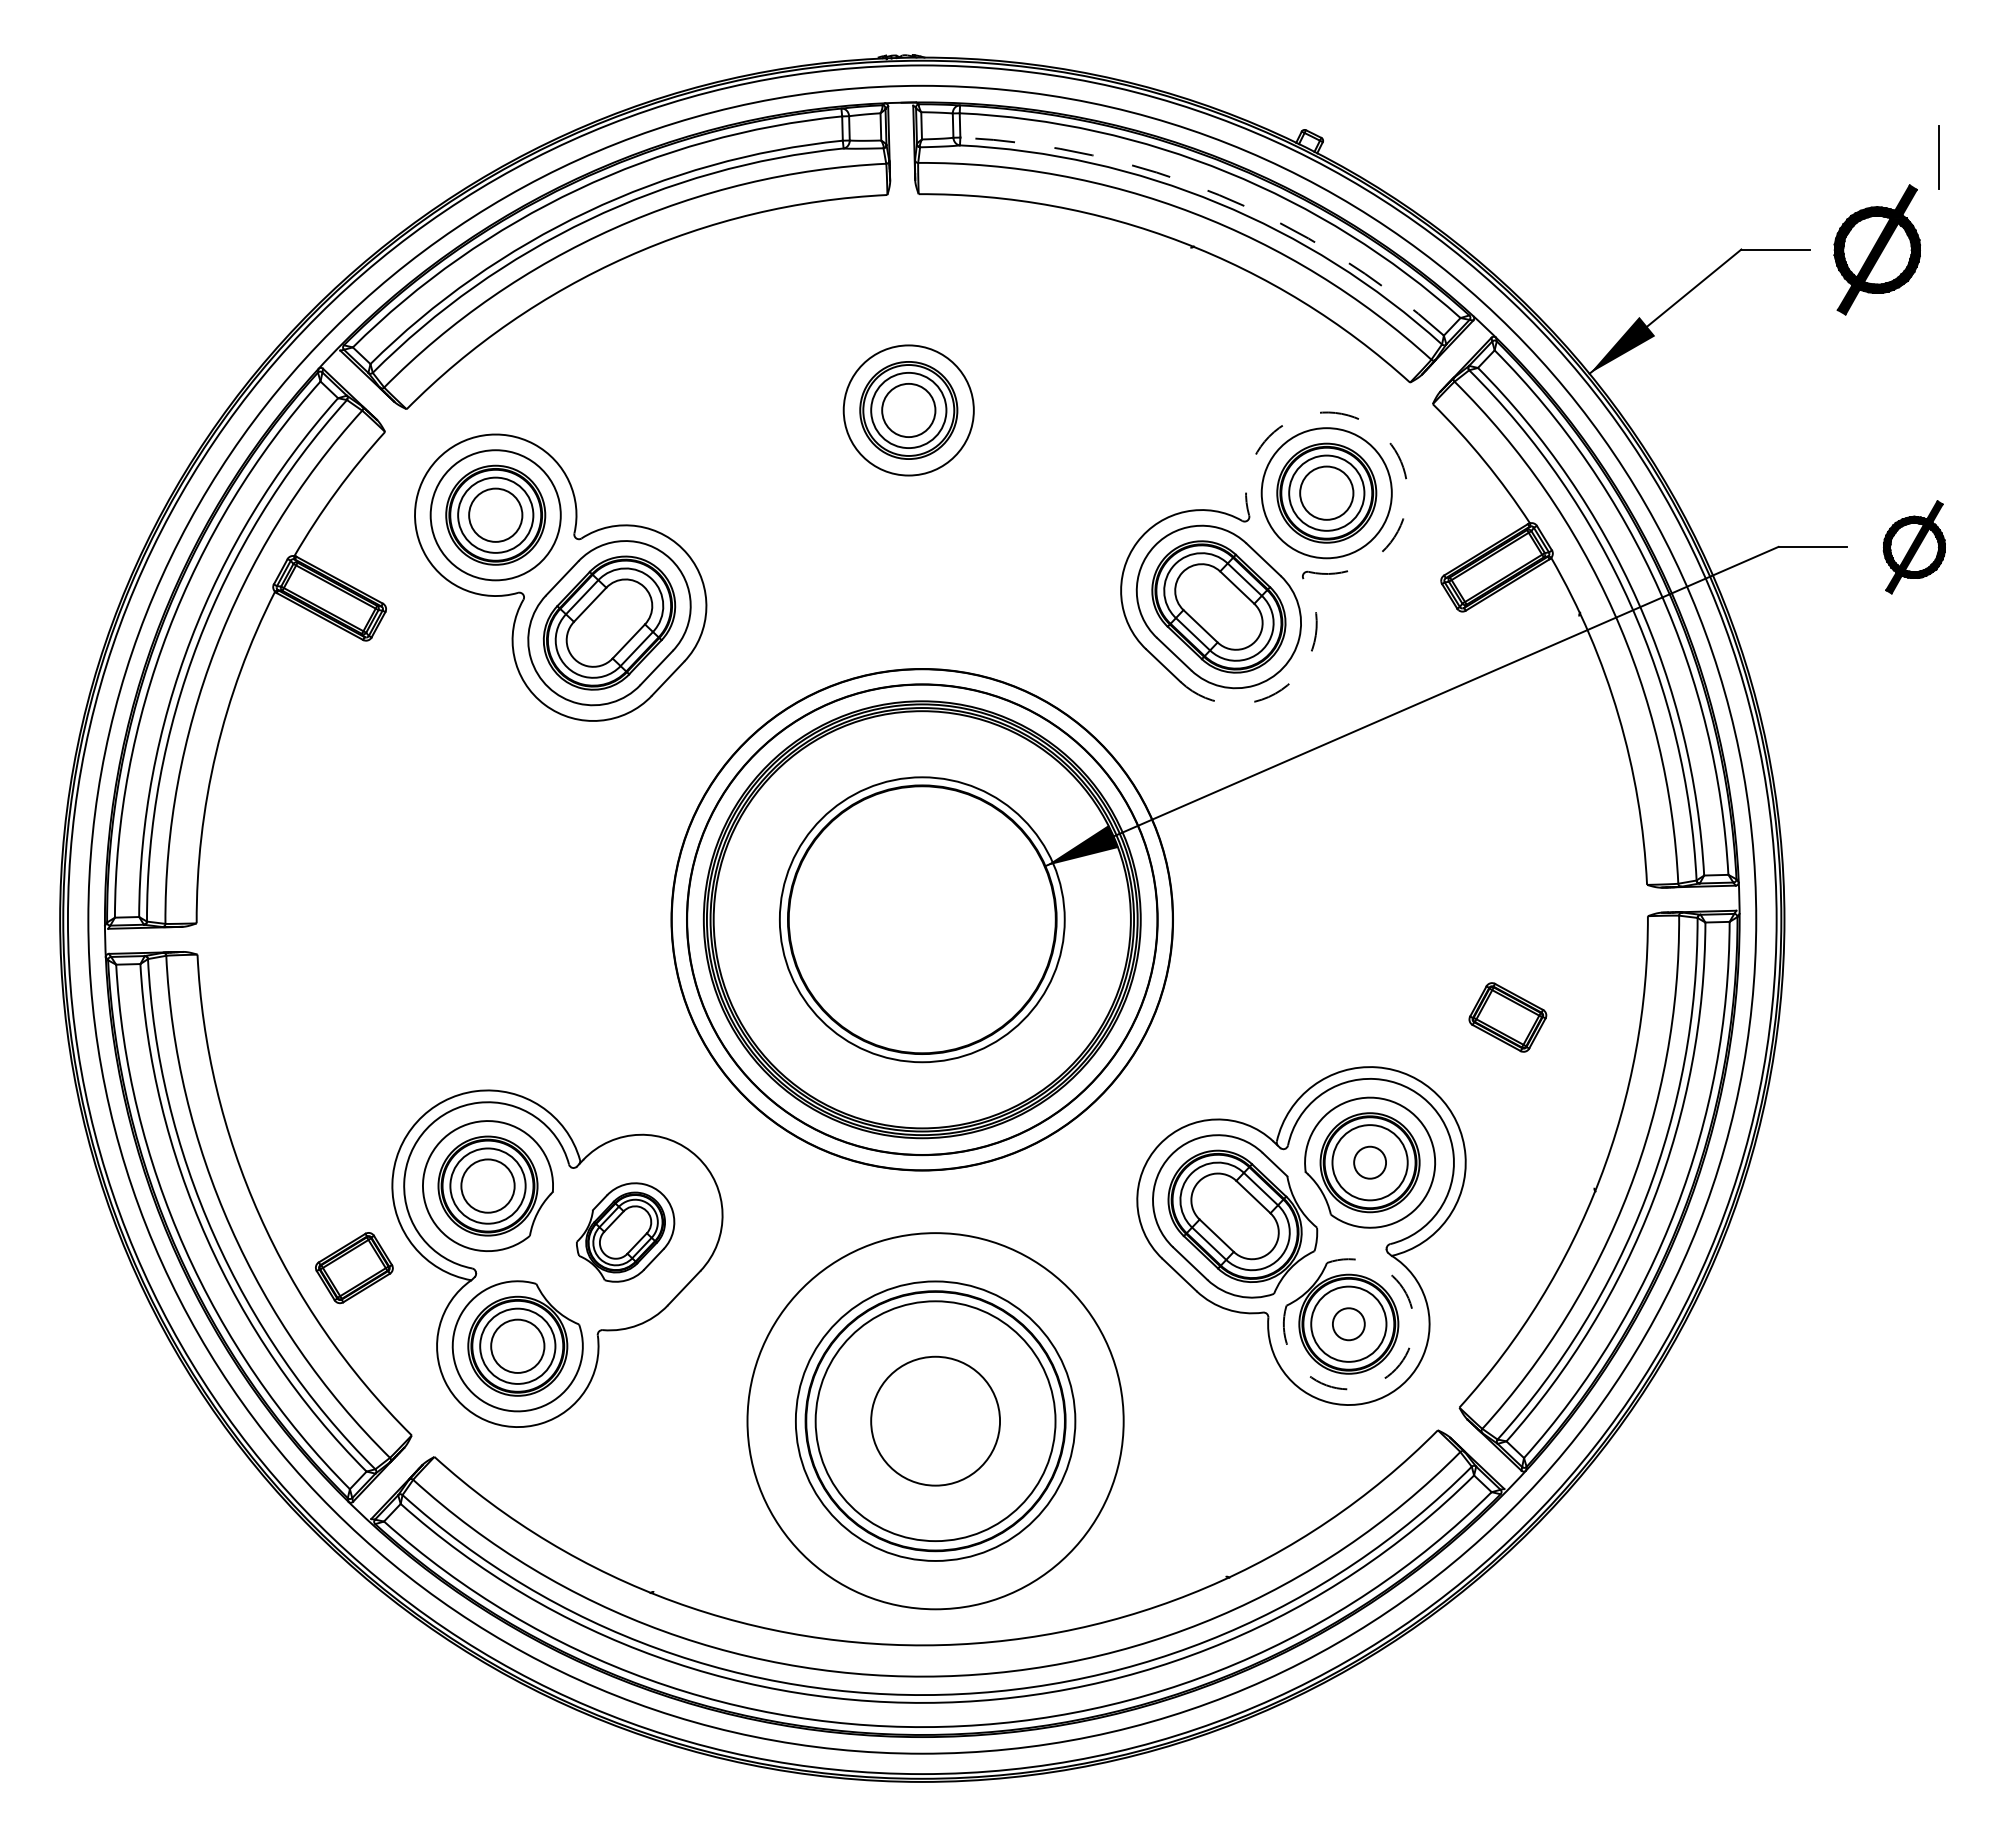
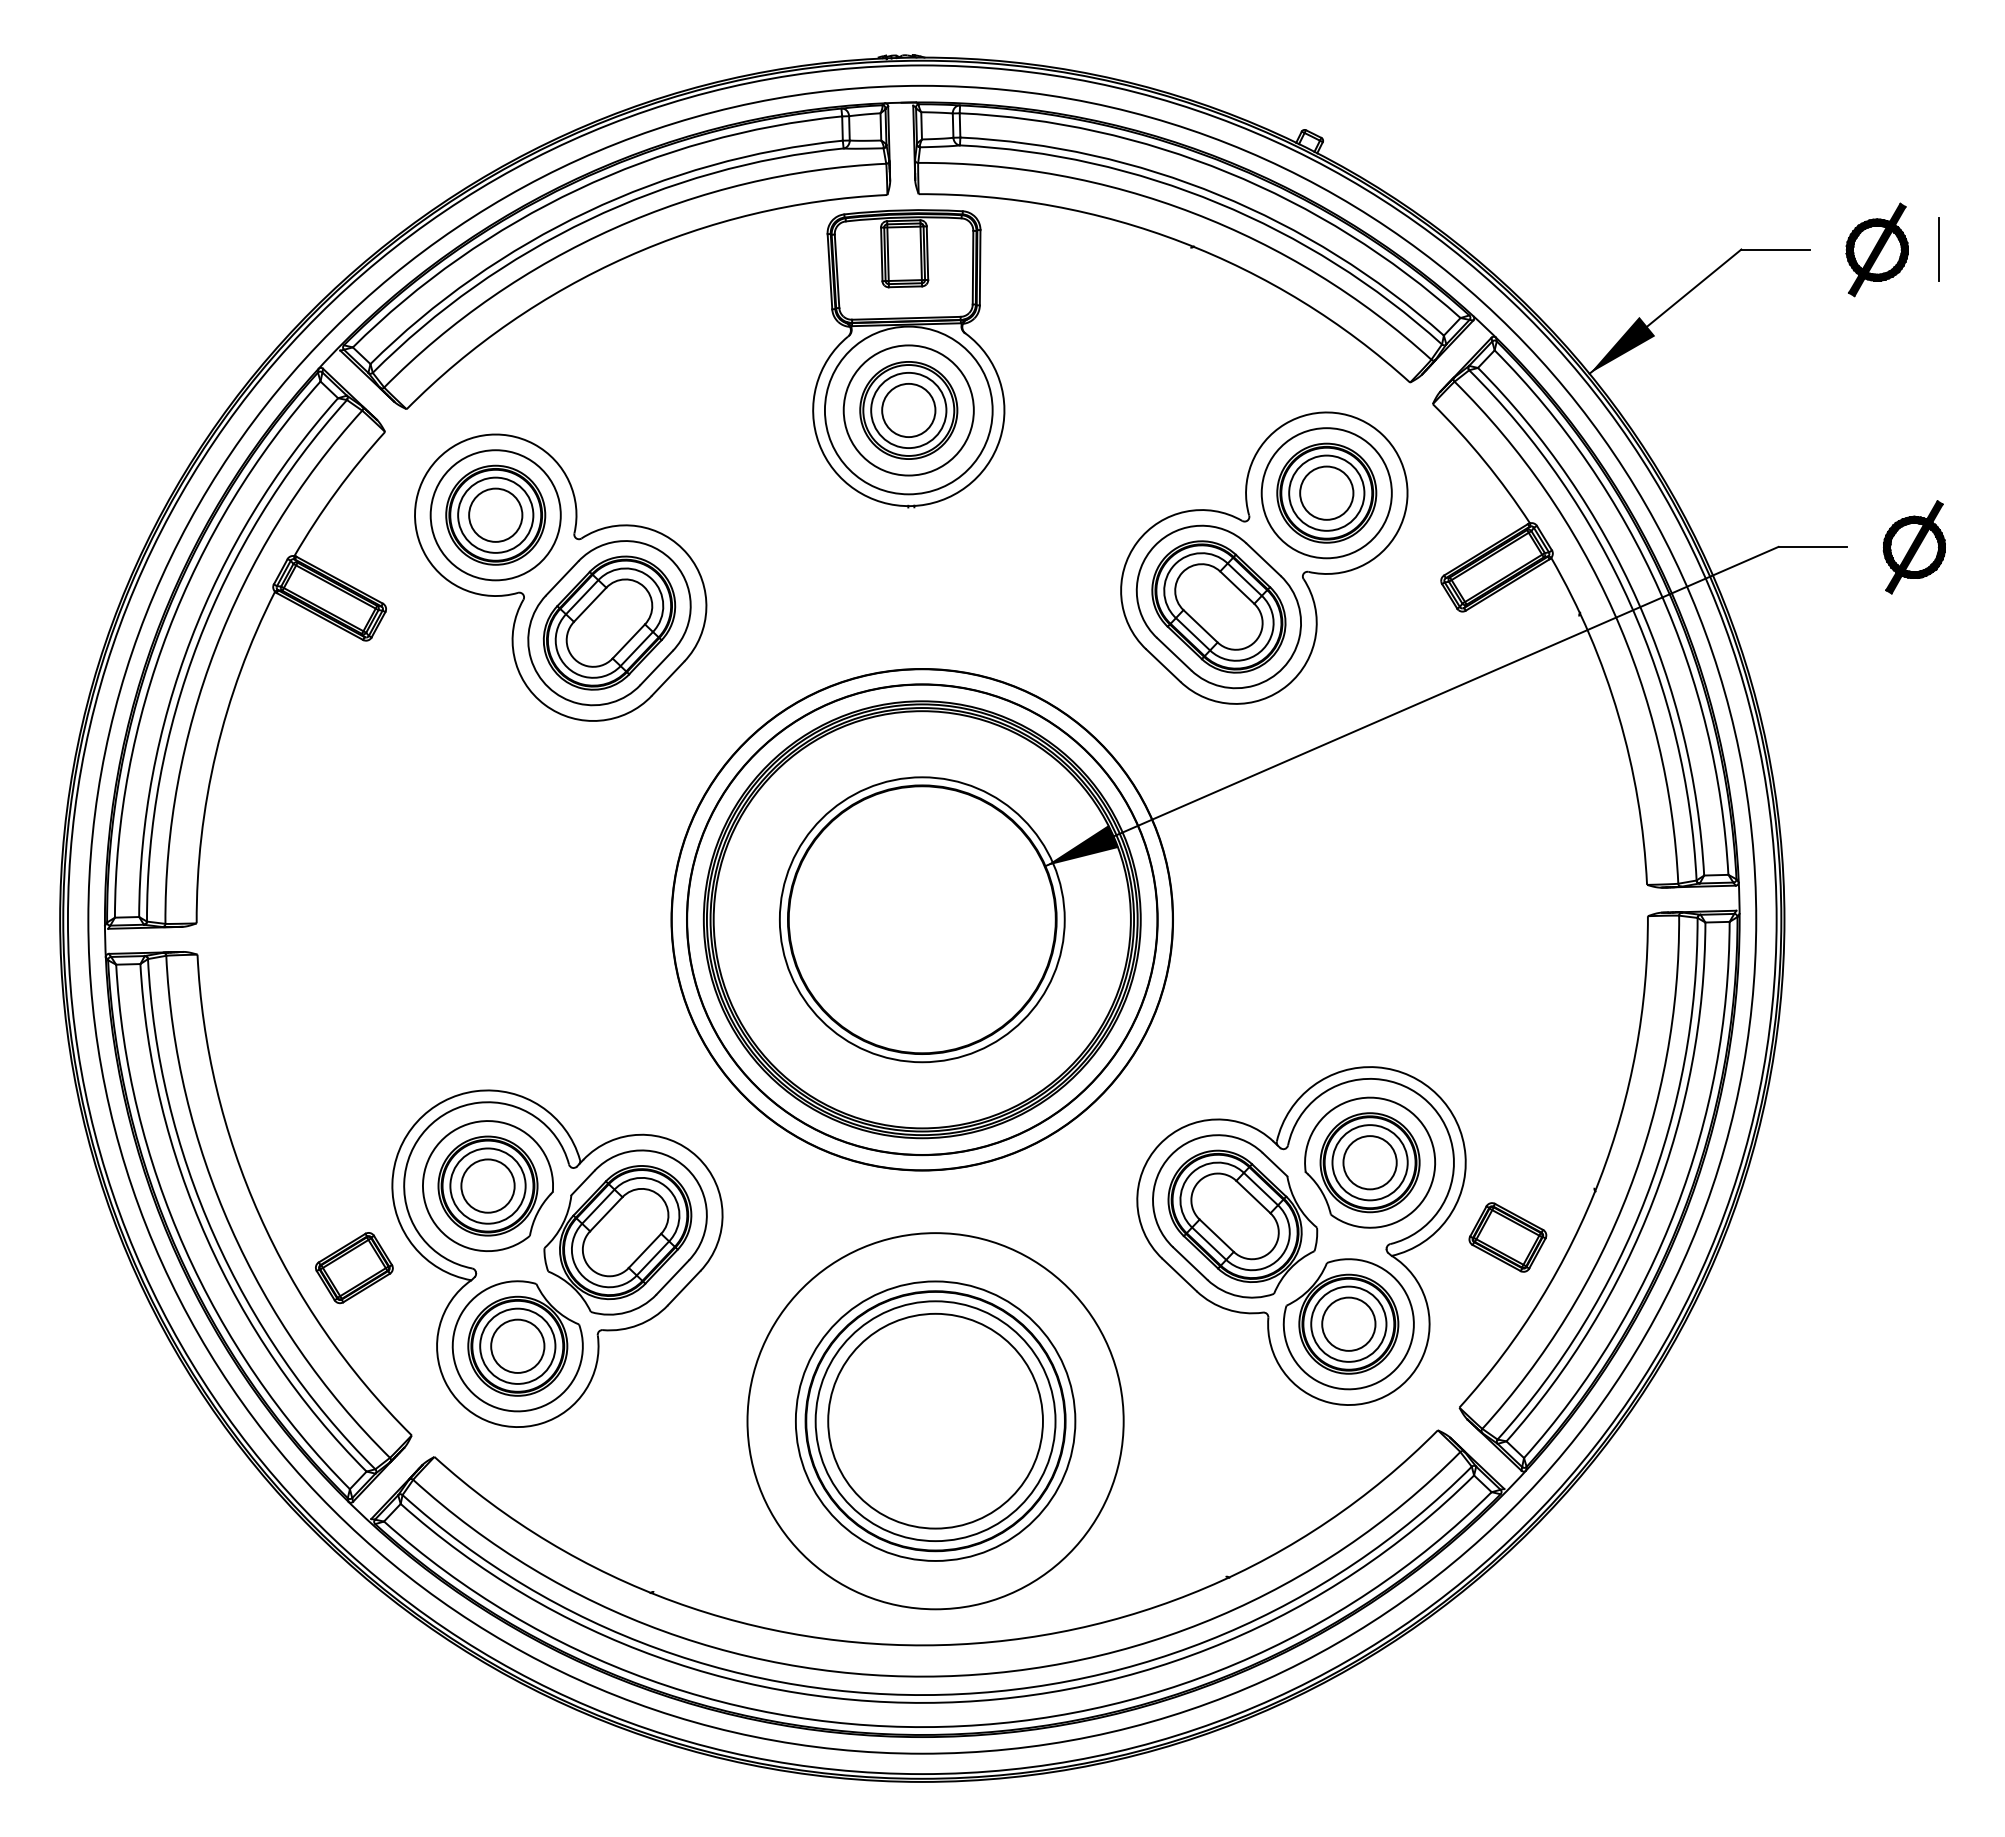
line at (1938, 157) position: (1938, 157) -> (1938, 249)
arc at (1219, 195): dashed -> solid
part at (1876, 249) size: 88x132 px -> 64x96 px
part at (908, 358): none -> present
arc at (1382, 434): dashed -> solid
arc at (1287, 685): dashed -> solid
part at (1507, 1017) position: (1507, 1017) -> (1507, 1237)
circle at (1370, 1162) diameter: 32 px -> 53 px
part at (625, 1232) size: 100x101 px -> 165x167 px
circle at (1348, 1324) diameter: 32 px -> 53 px
arc at (1396, 1369): dashed -> solid
circle at (935, 1420) diameter: 129 px -> 215 px
